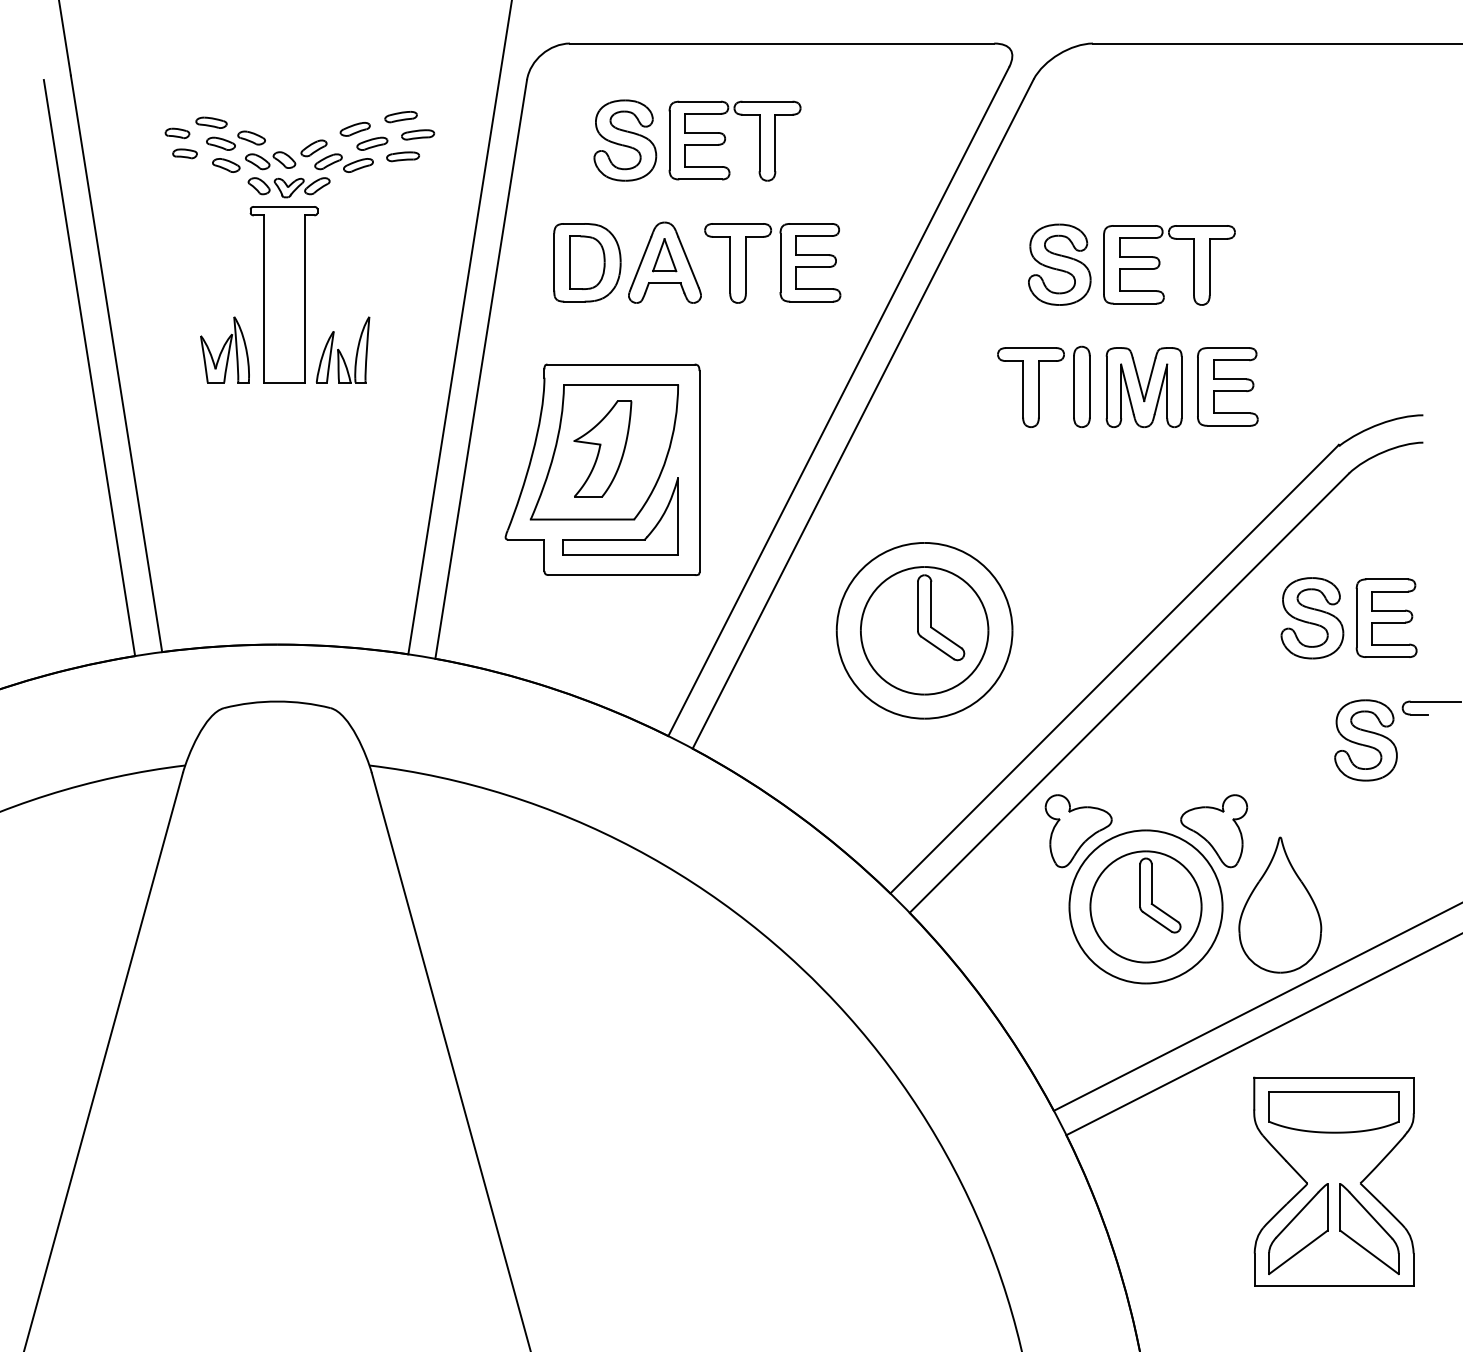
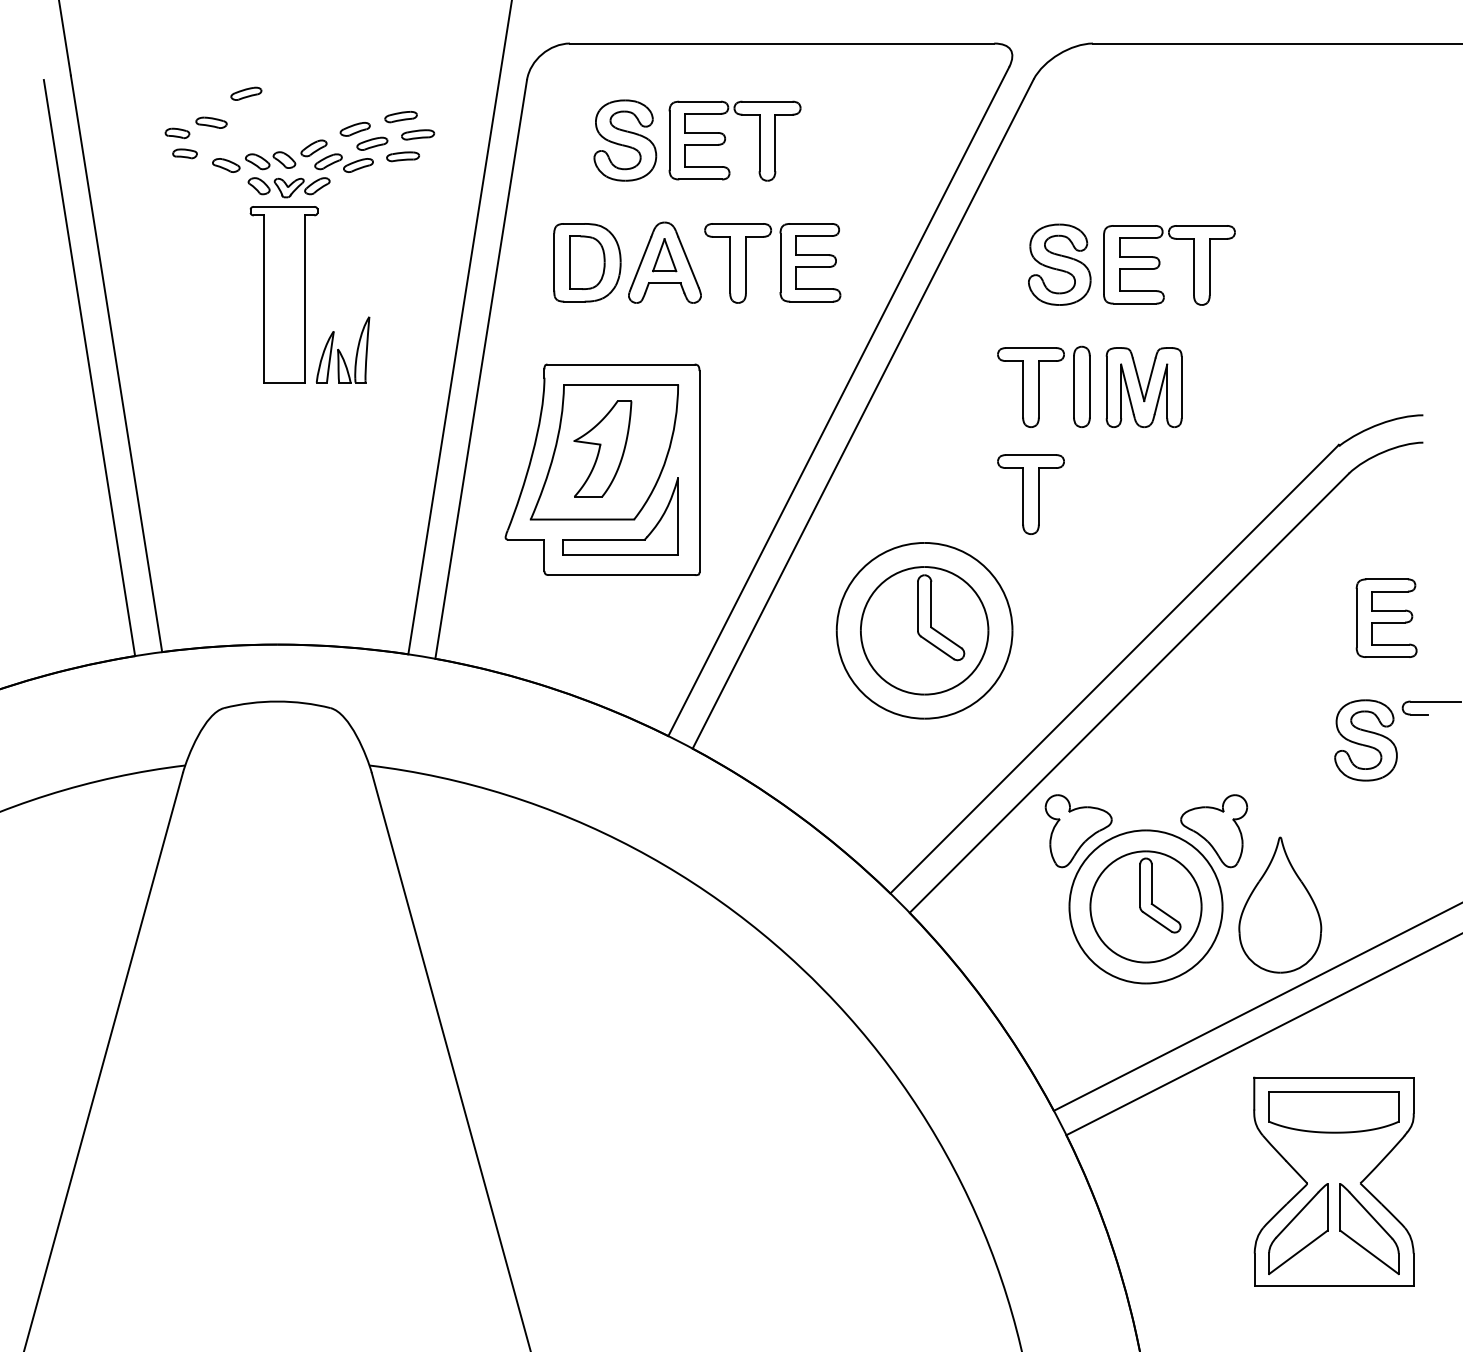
part at (246, 93): none -> present
part at (235, 140): present -> none
part at (224, 349): present -> none
part at (1227, 386): present -> none
part at (1030, 494): none -> present
part at (1312, 618): present -> none
